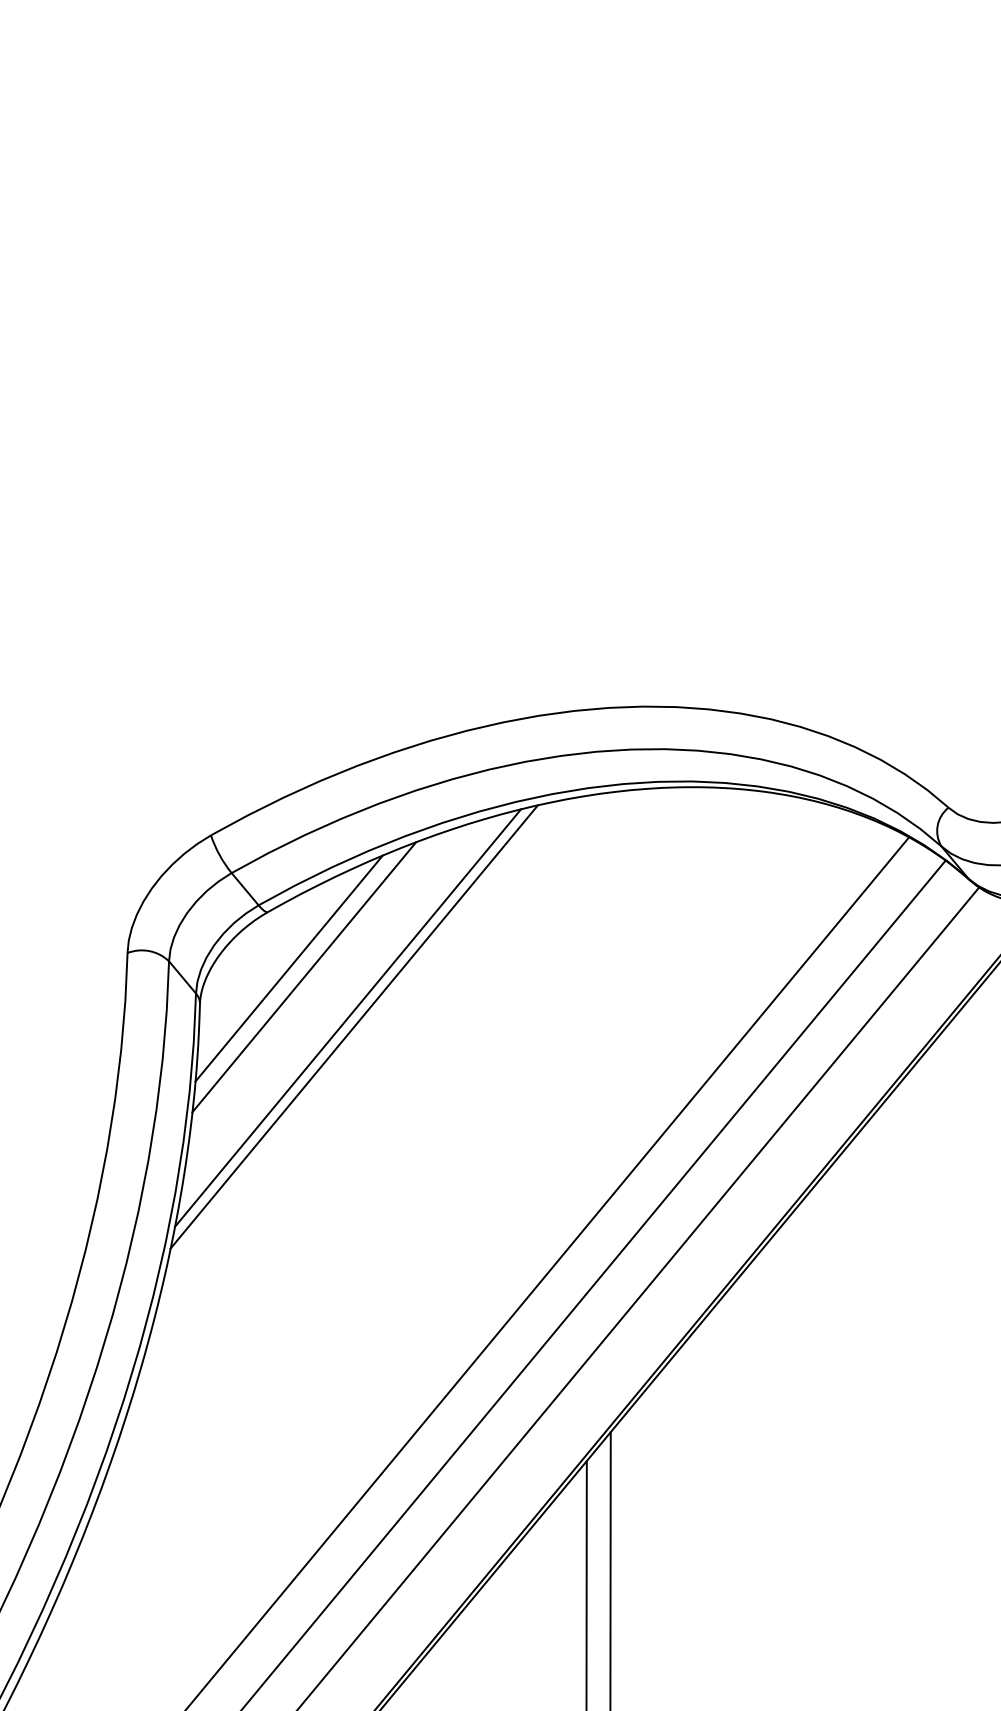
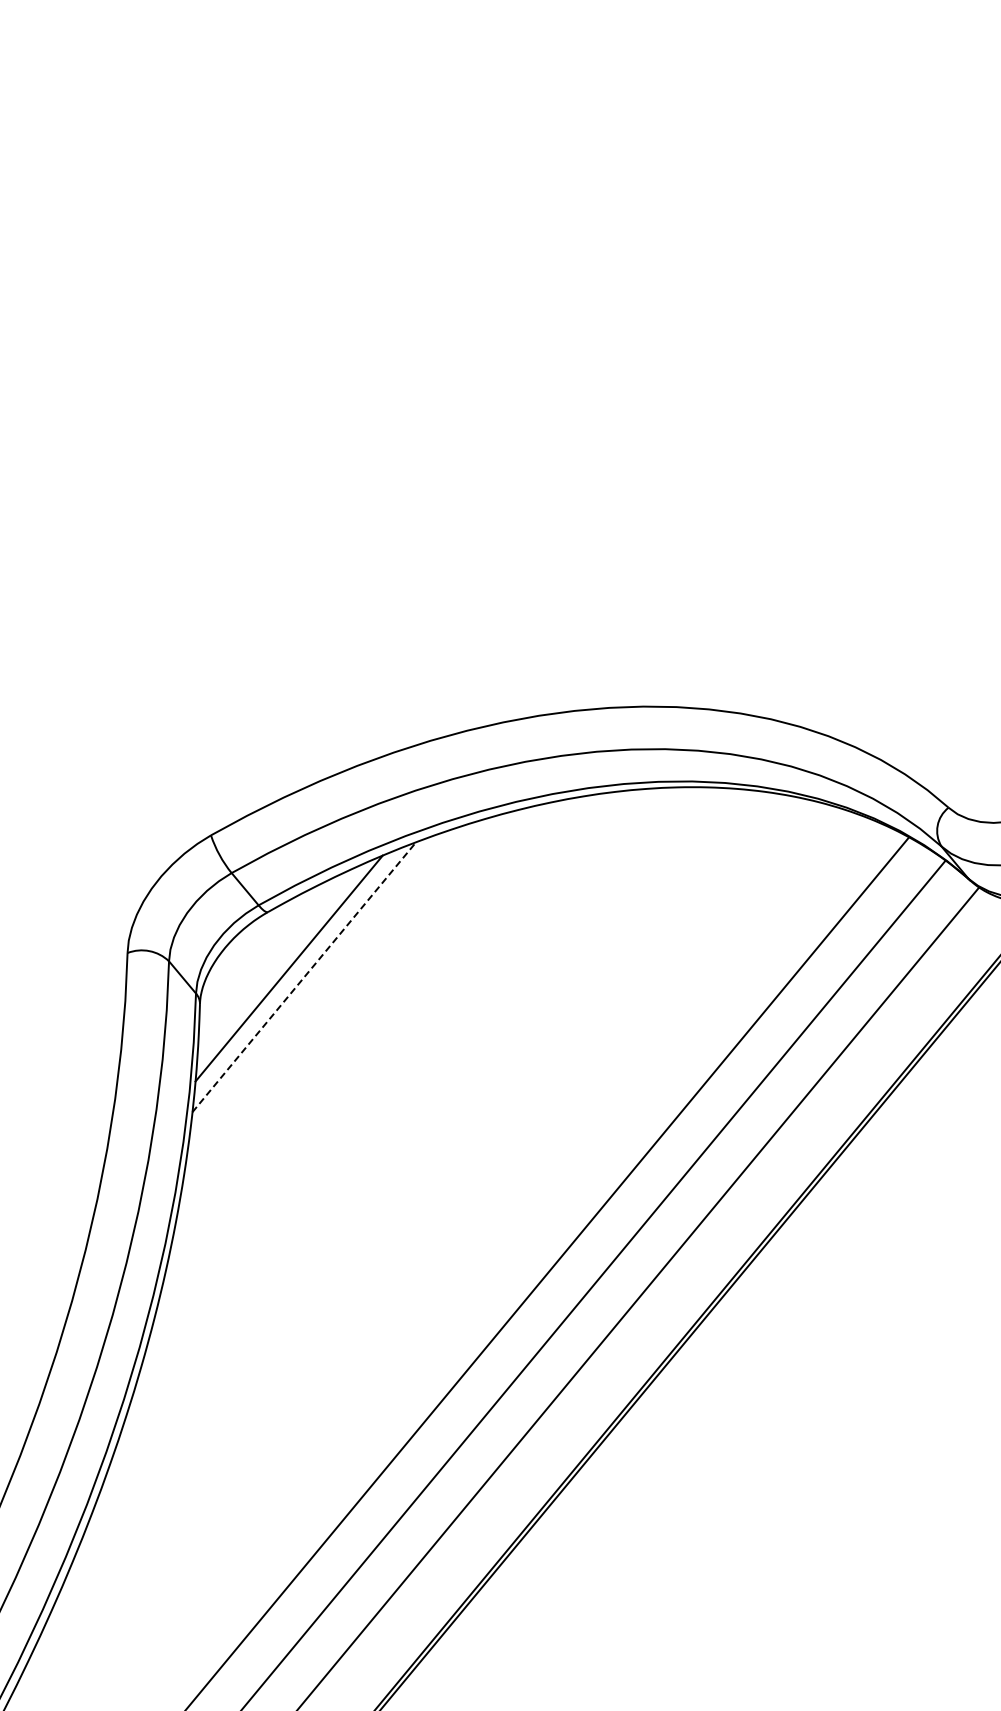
line at (304, 976): solid -> dashed
line at (348, 1017): present -> none
line at (353, 1026): present -> none
line at (610, 1569): present -> none
line at (586, 1584): present -> none
